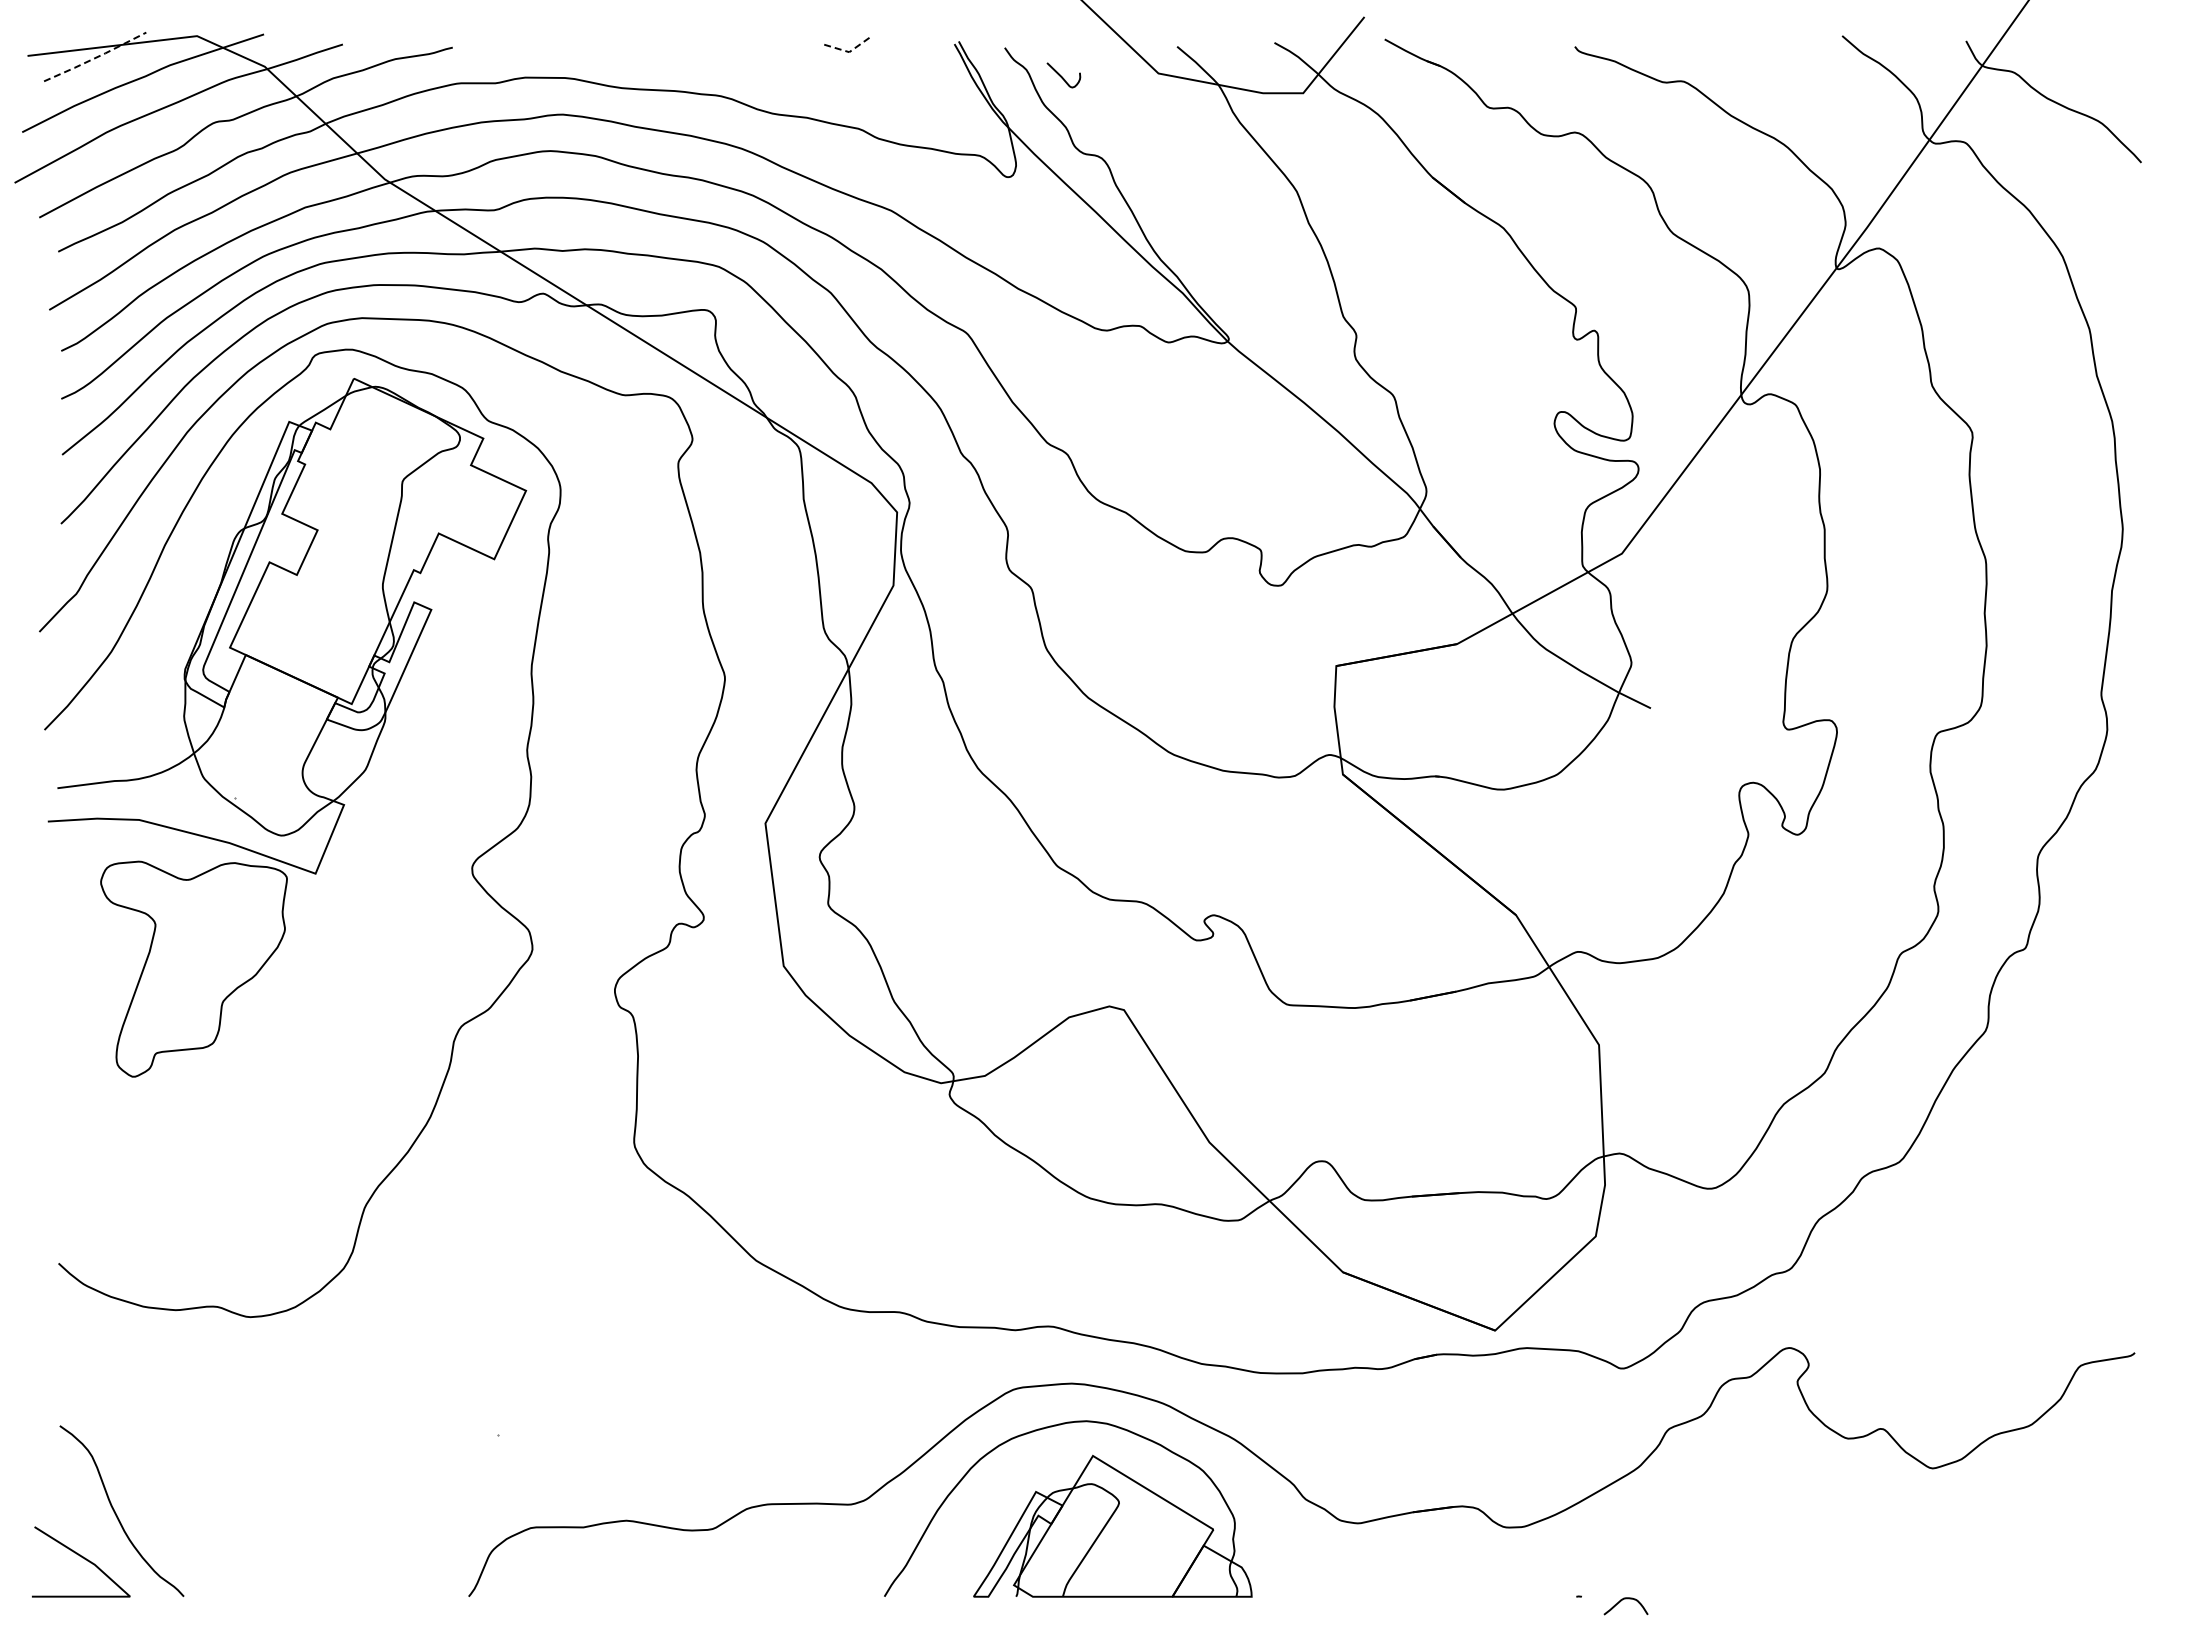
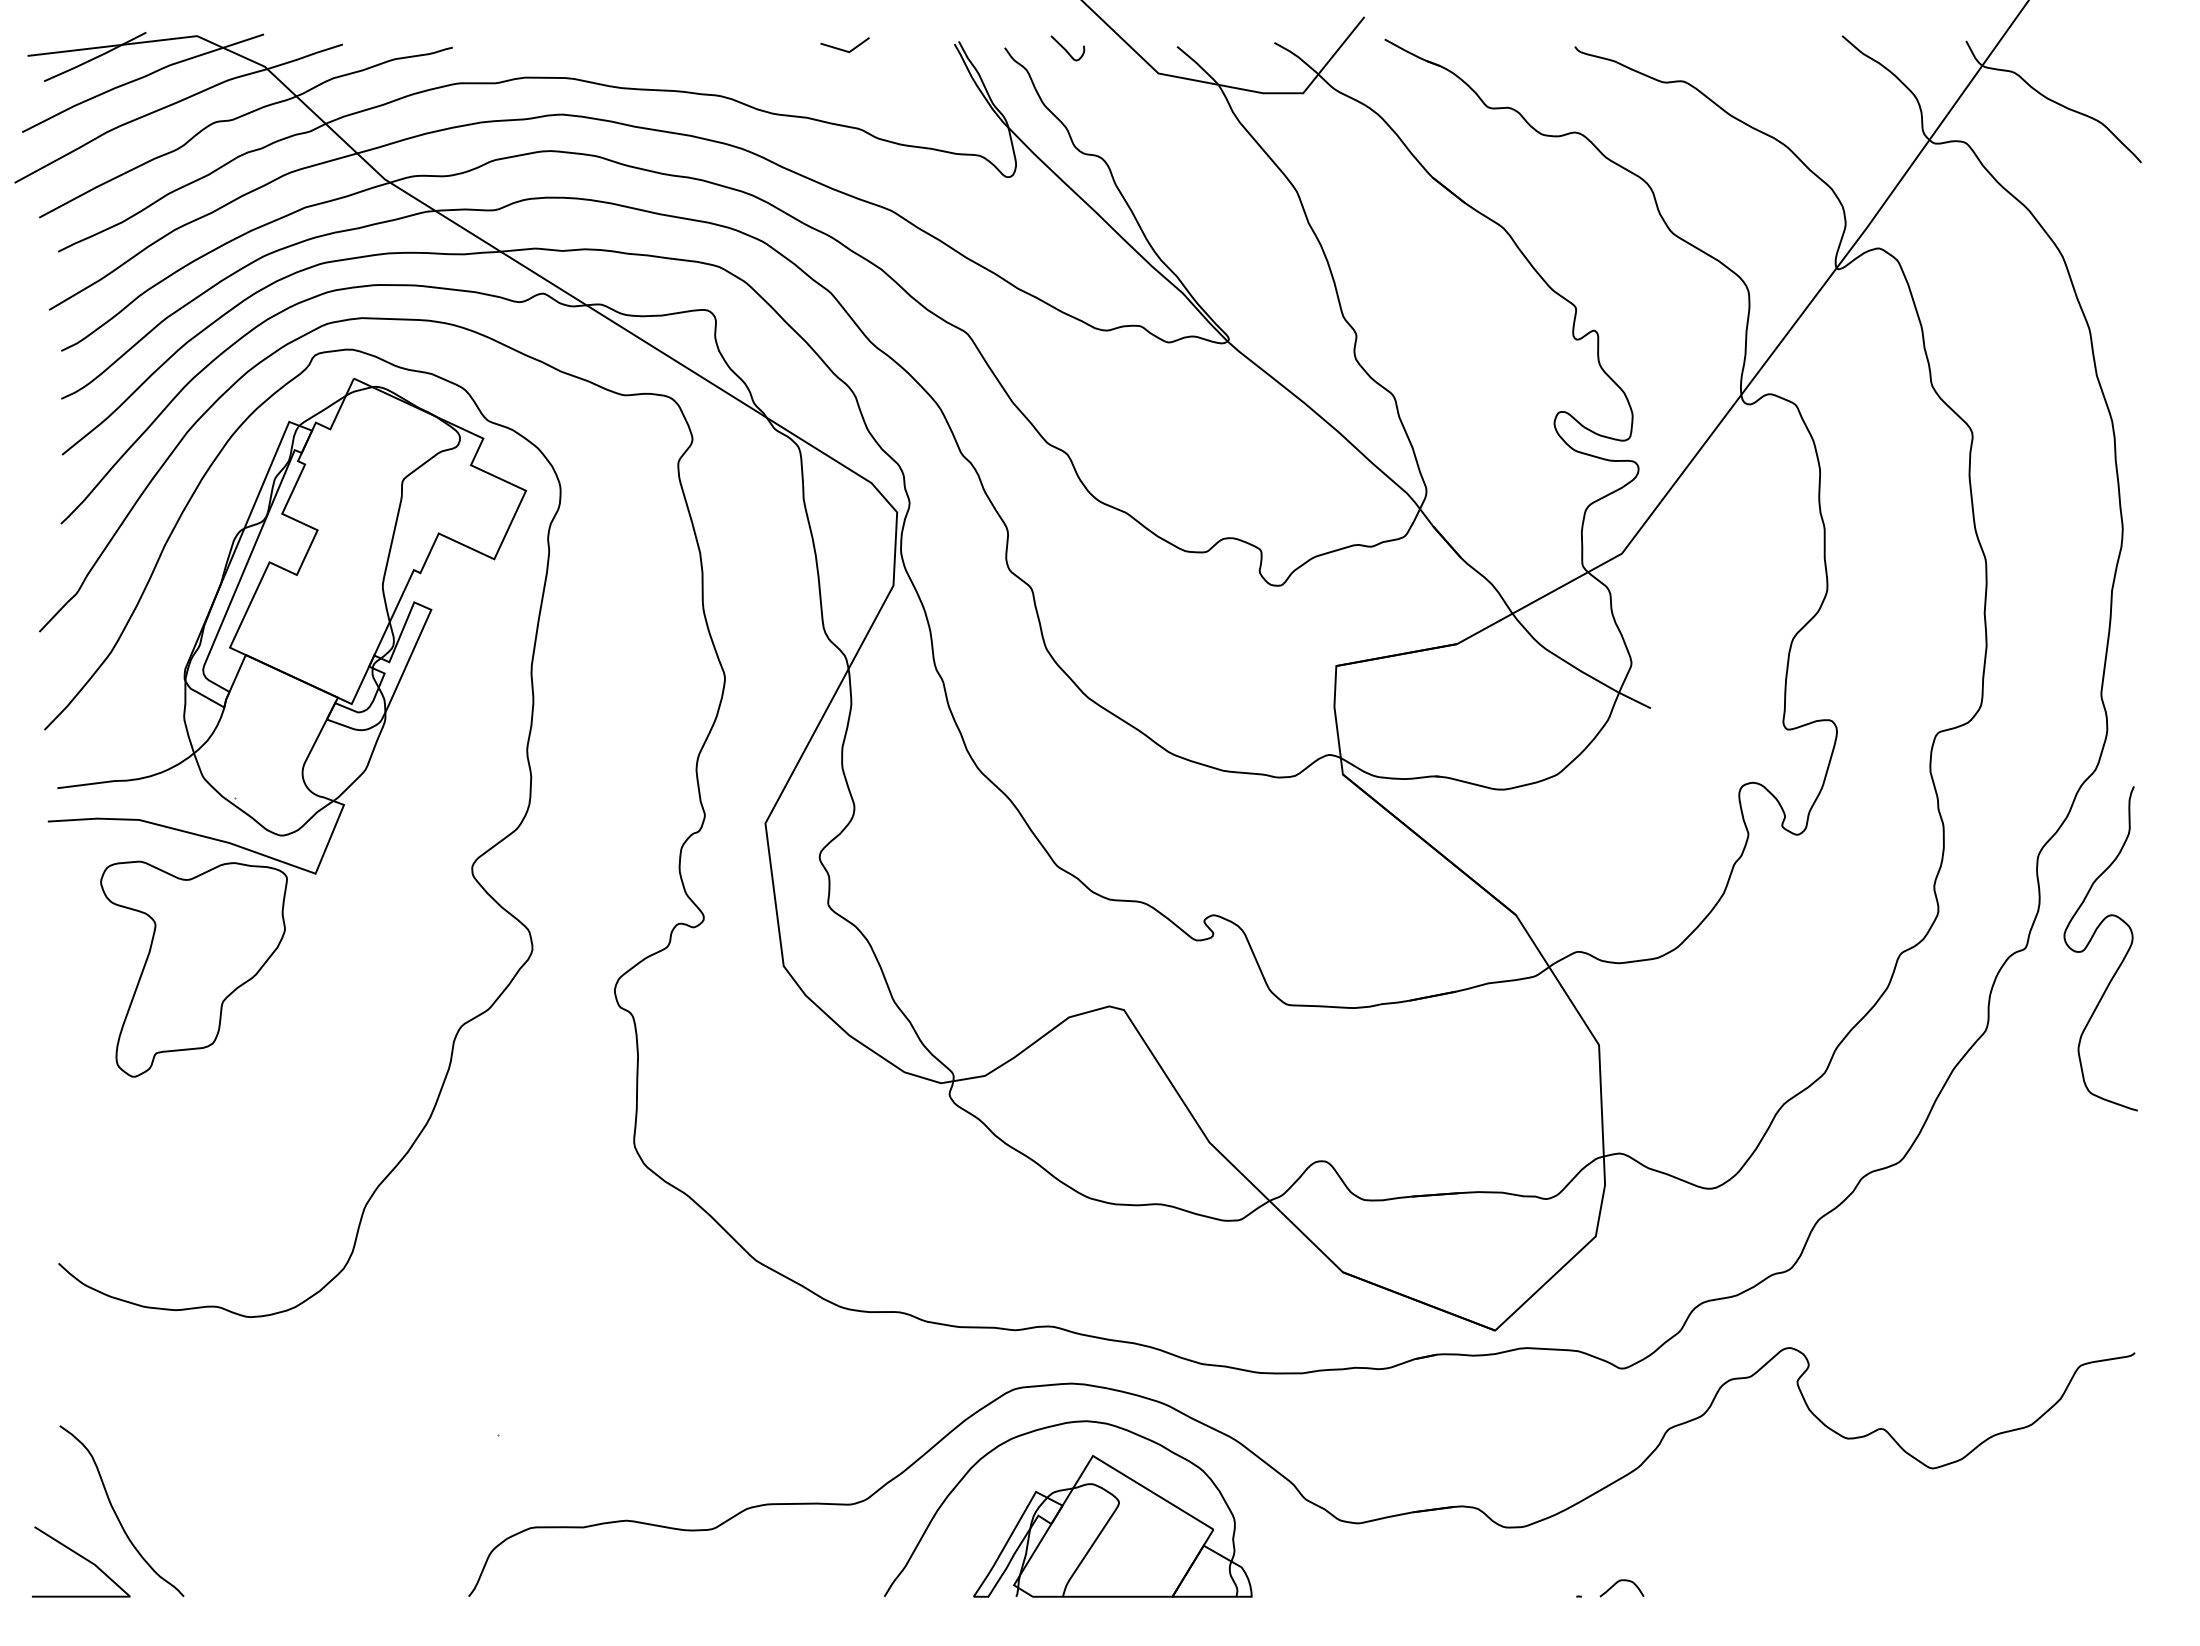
line at (846, 51): dashed -> solid
line at (95, 58): dashed -> solid
curve at (1062, 76) position: (1062, 76) -> (1066, 49)
curve at (2090, 942): none -> present
curve at (1621, 1601) position: (1621, 1601) -> (1617, 1583)
